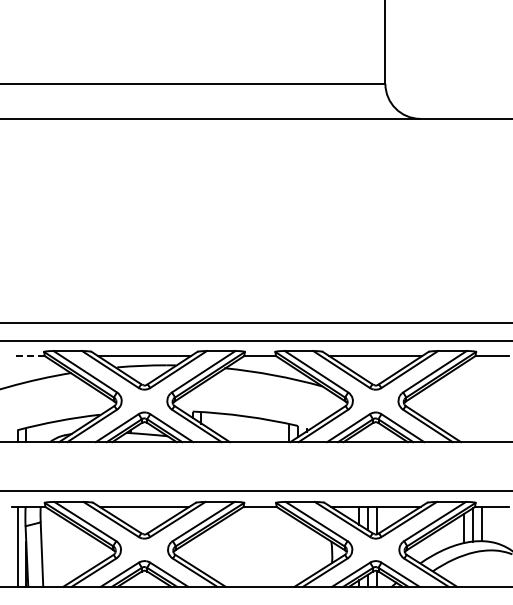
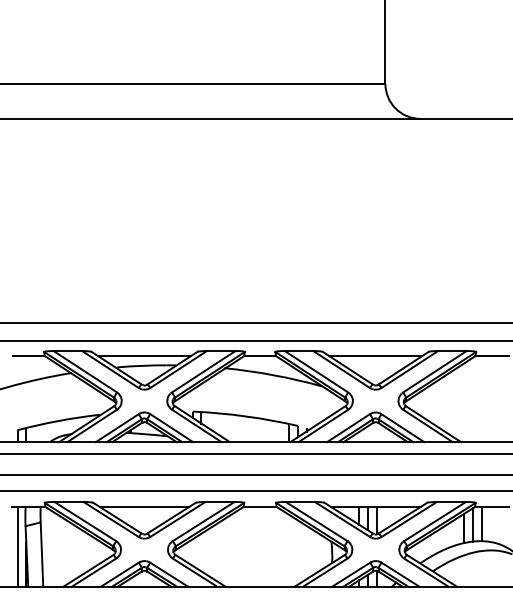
line at (28, 356): dashed -> solid
line at (255, 453): none -> present
line at (255, 475): none -> present
